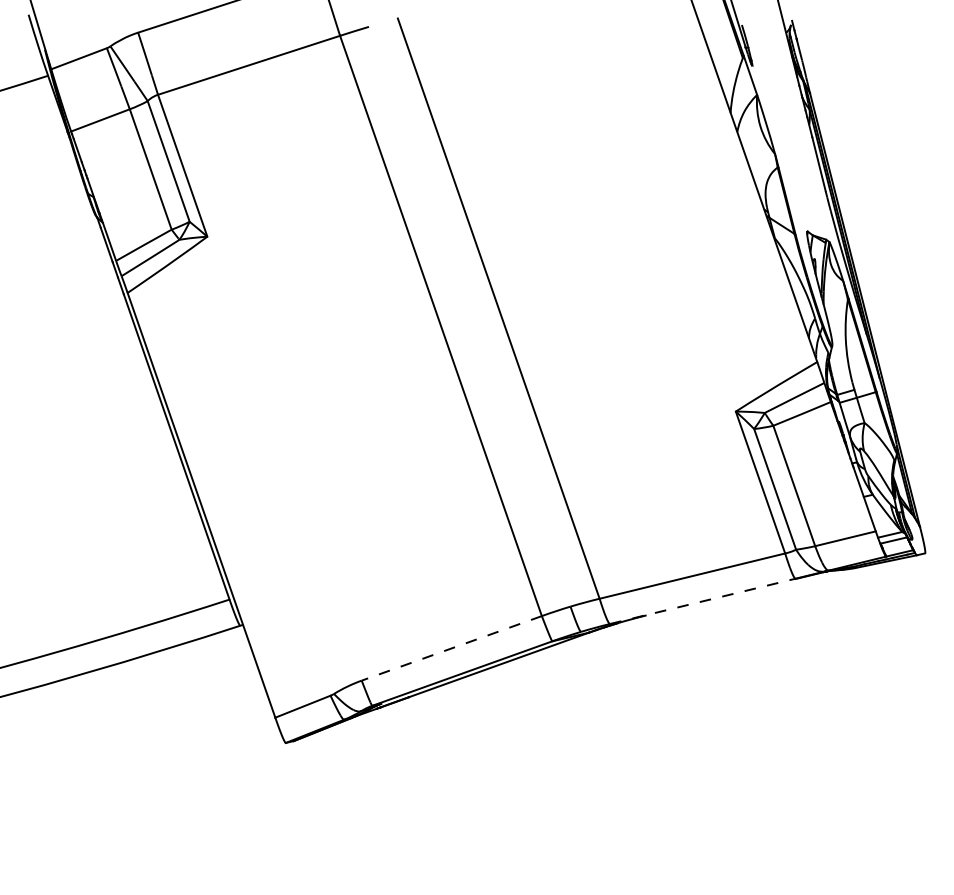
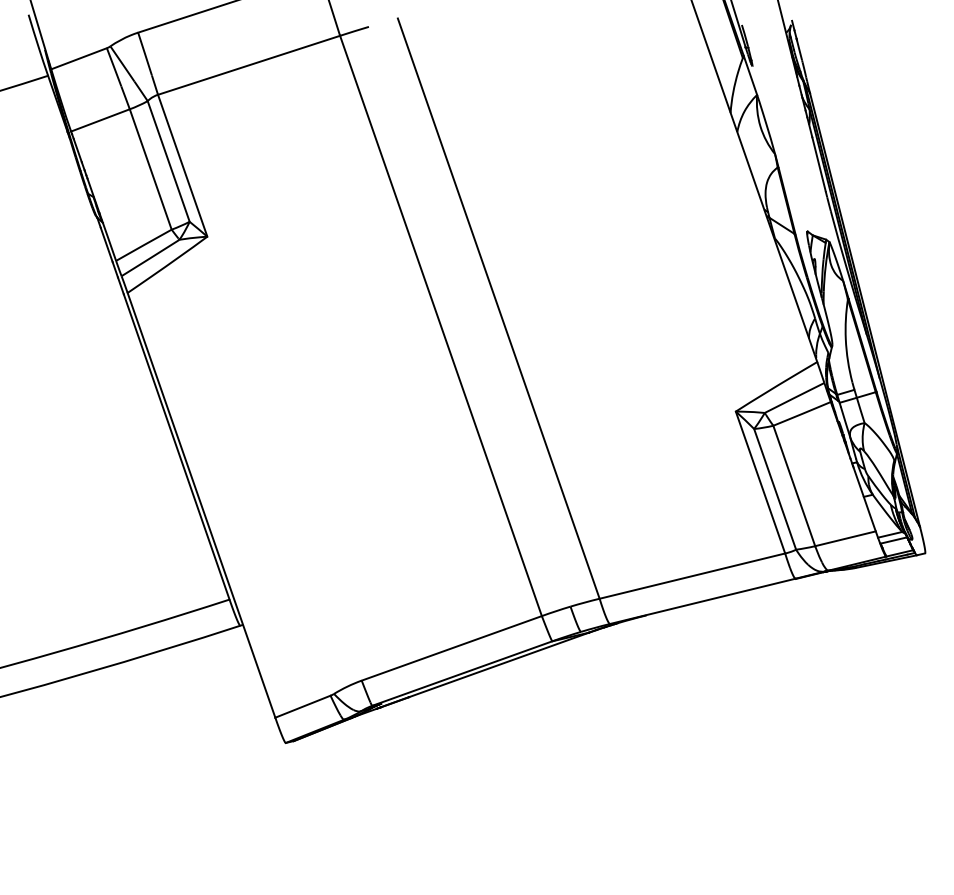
line at (703, 601): dashed -> solid
line at (451, 648): dashed -> solid
